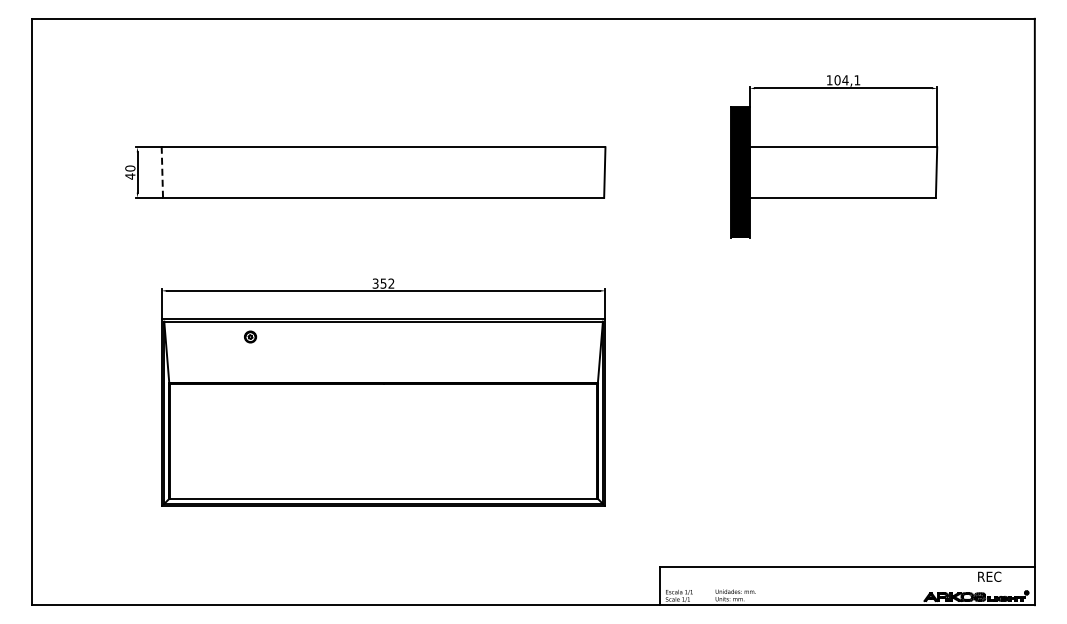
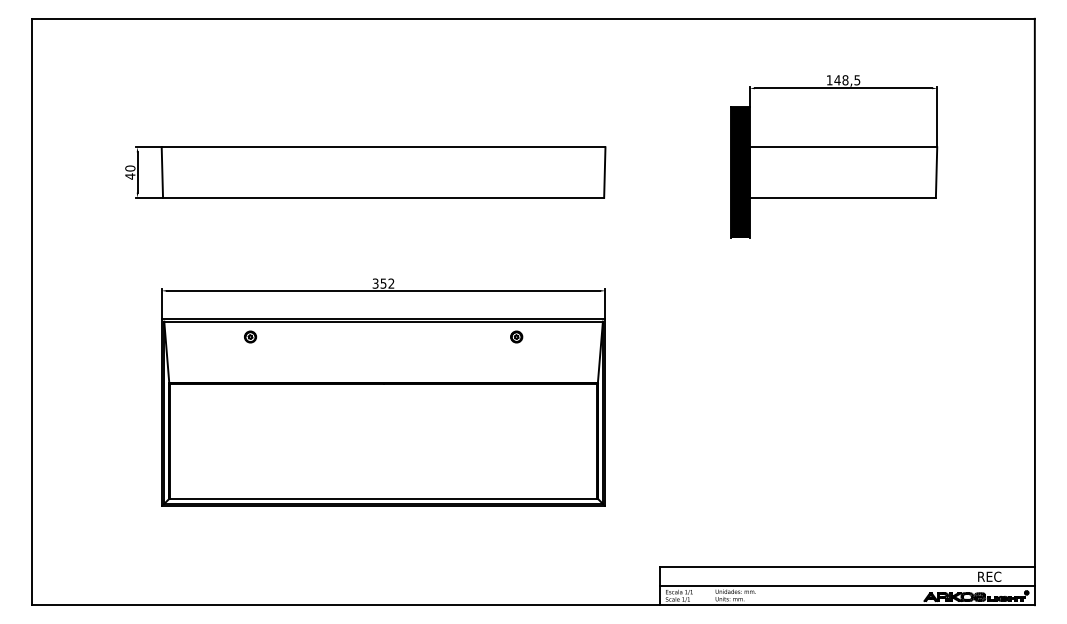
text at (847, 80): 104,1 -> 148,5
line at (162, 172): dashed -> solid
part at (516, 336): none -> present
line at (847, 586): none -> present
